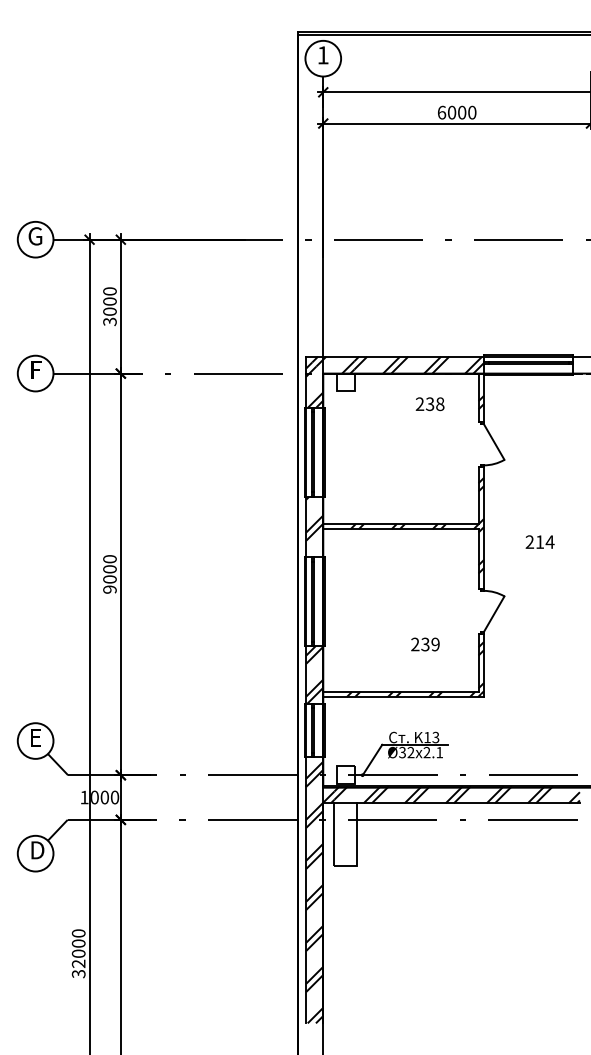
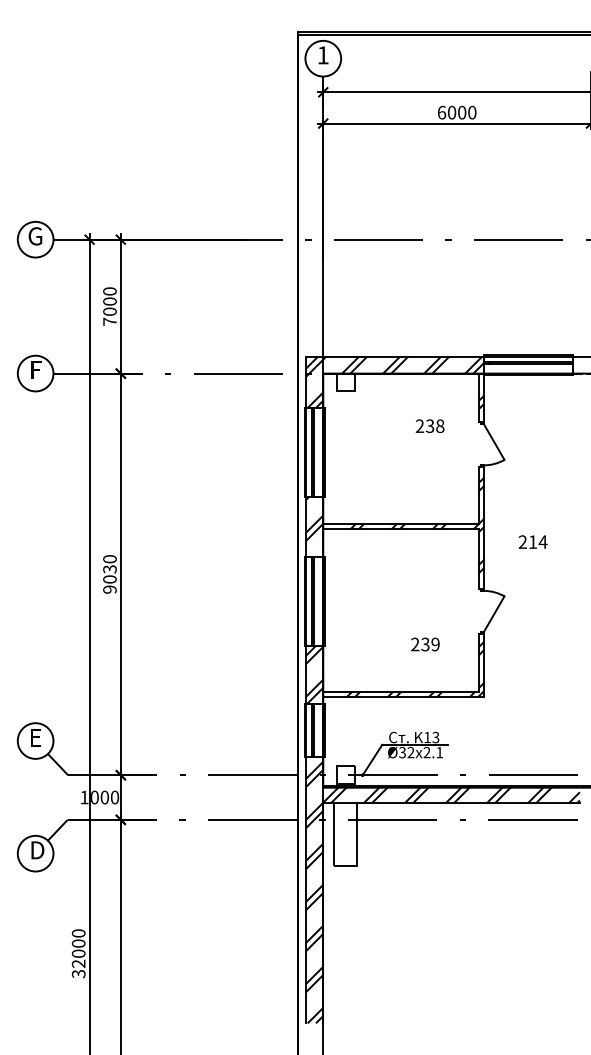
text at (109, 321): 3000 -> 7000
text at (429, 404) position: (429, 404) -> (429, 426)
text at (539, 541) position: (539, 541) -> (532, 541)
text at (109, 569): 9000 -> 9030
